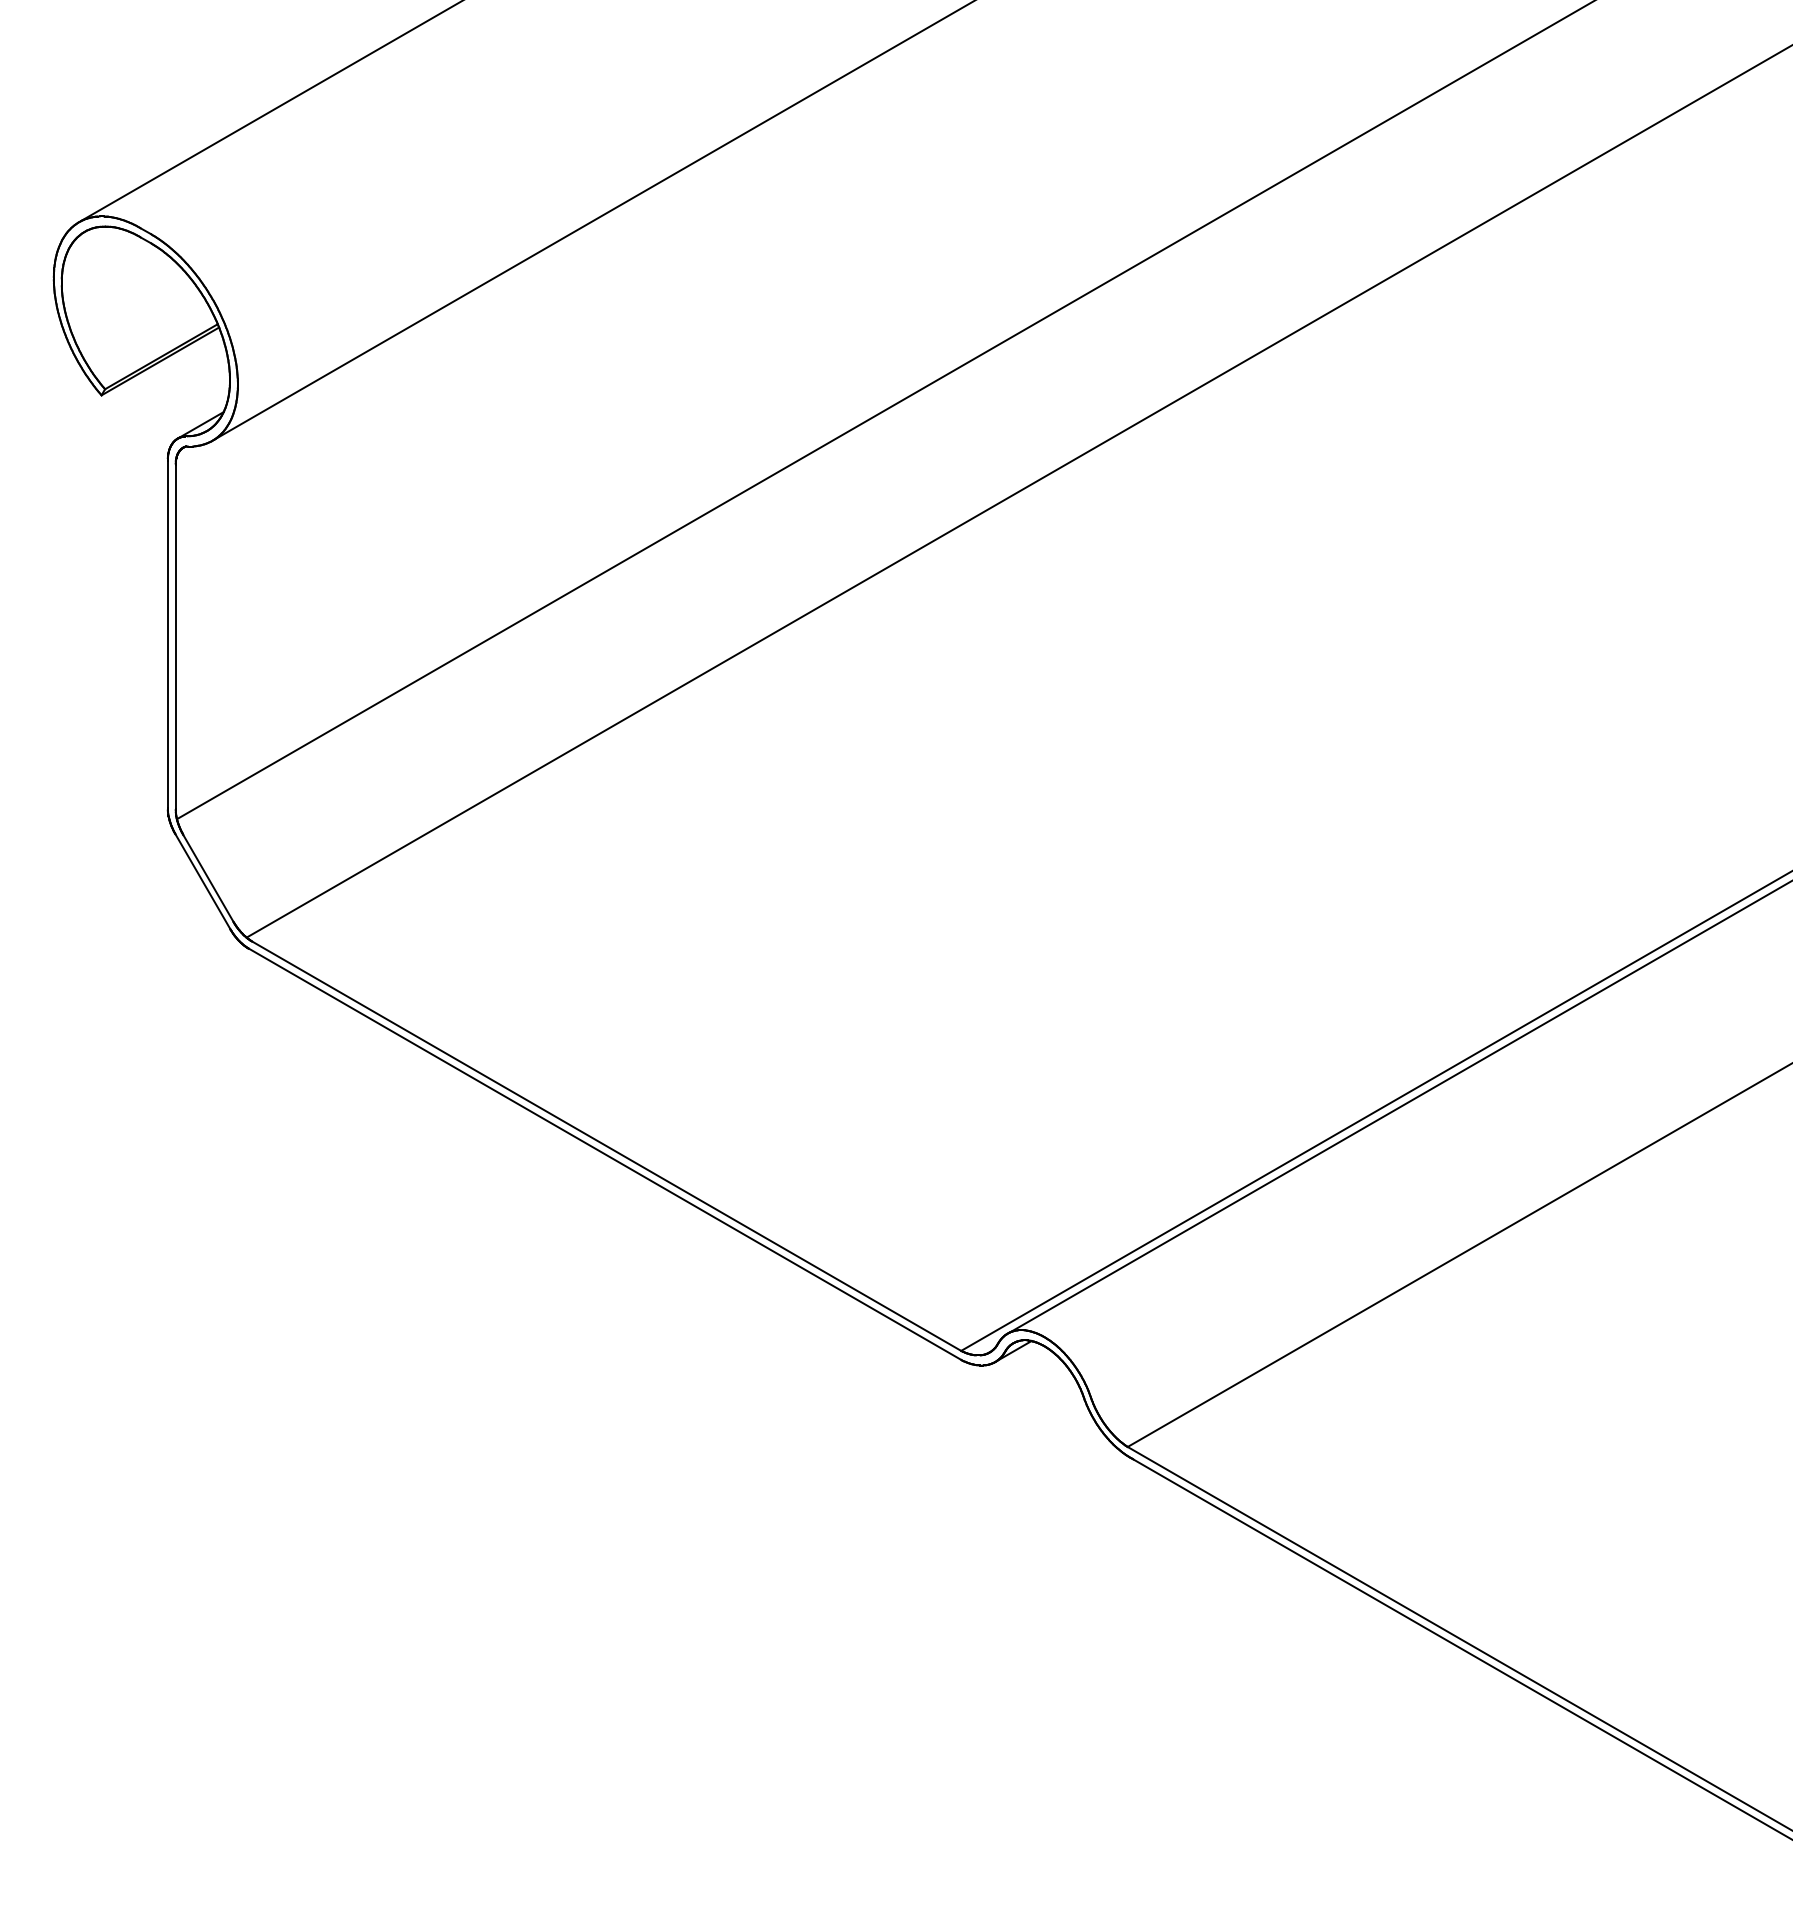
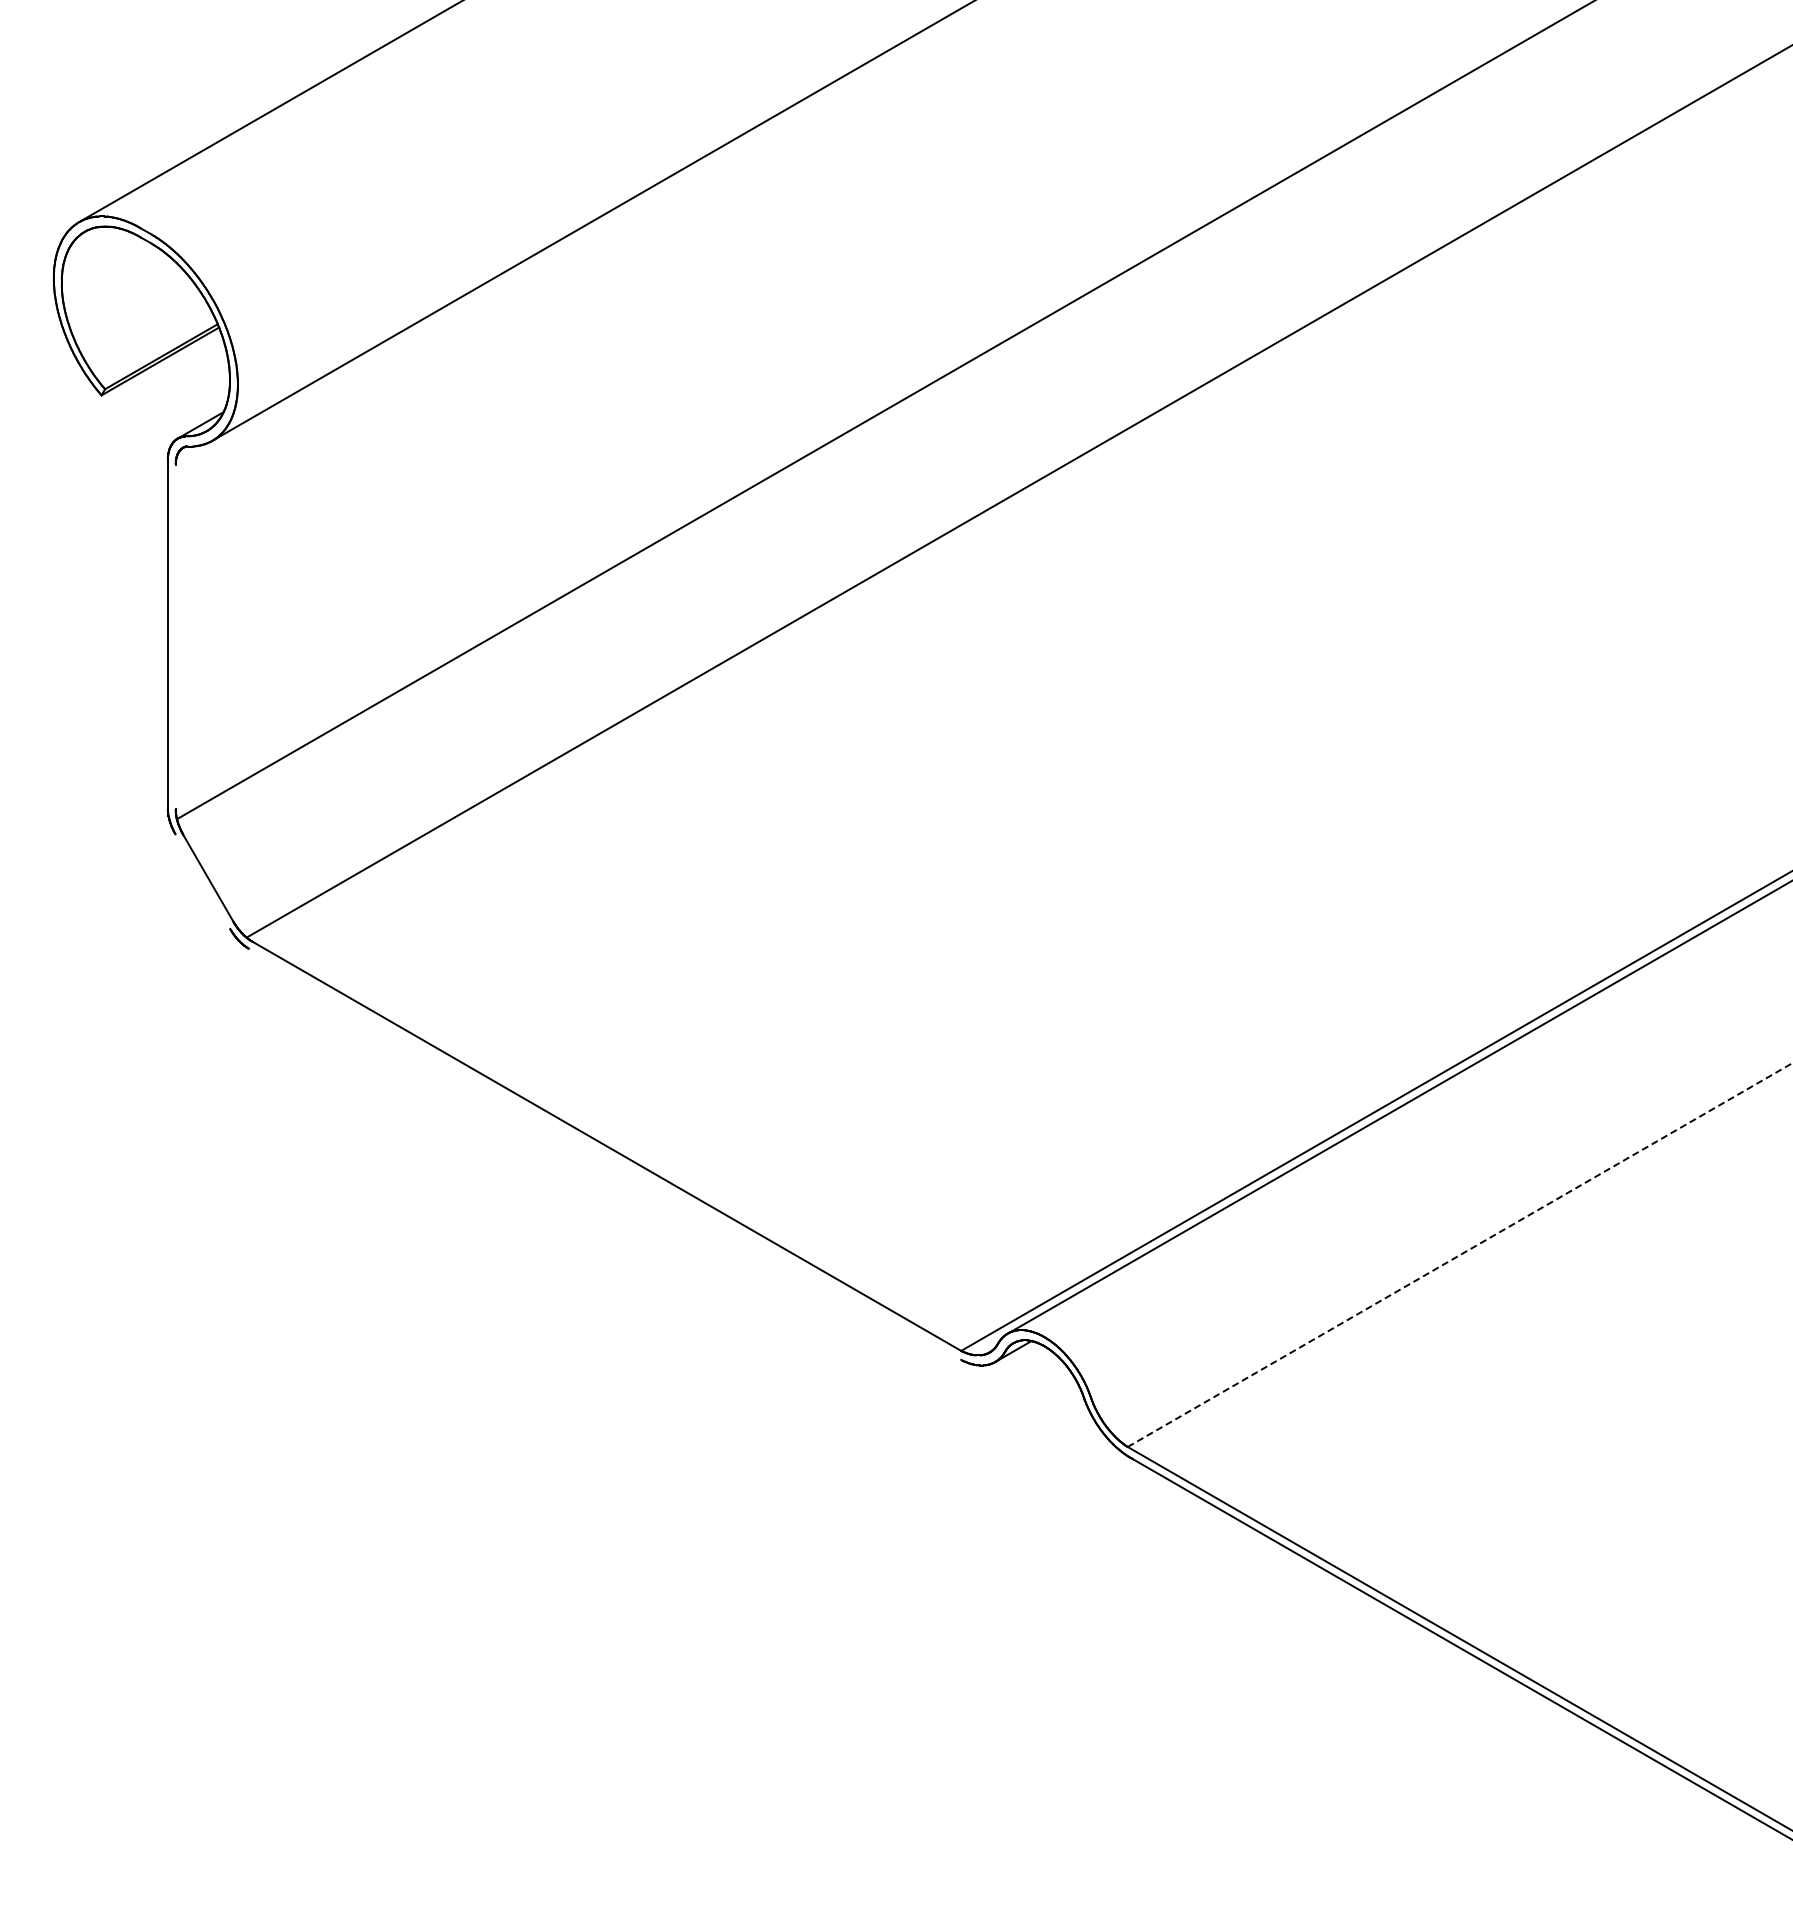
line at (175, 636): present -> none
line at (202, 881): present -> none
line at (604, 1153): present -> none
line at (1460, 1255): solid -> dashed
